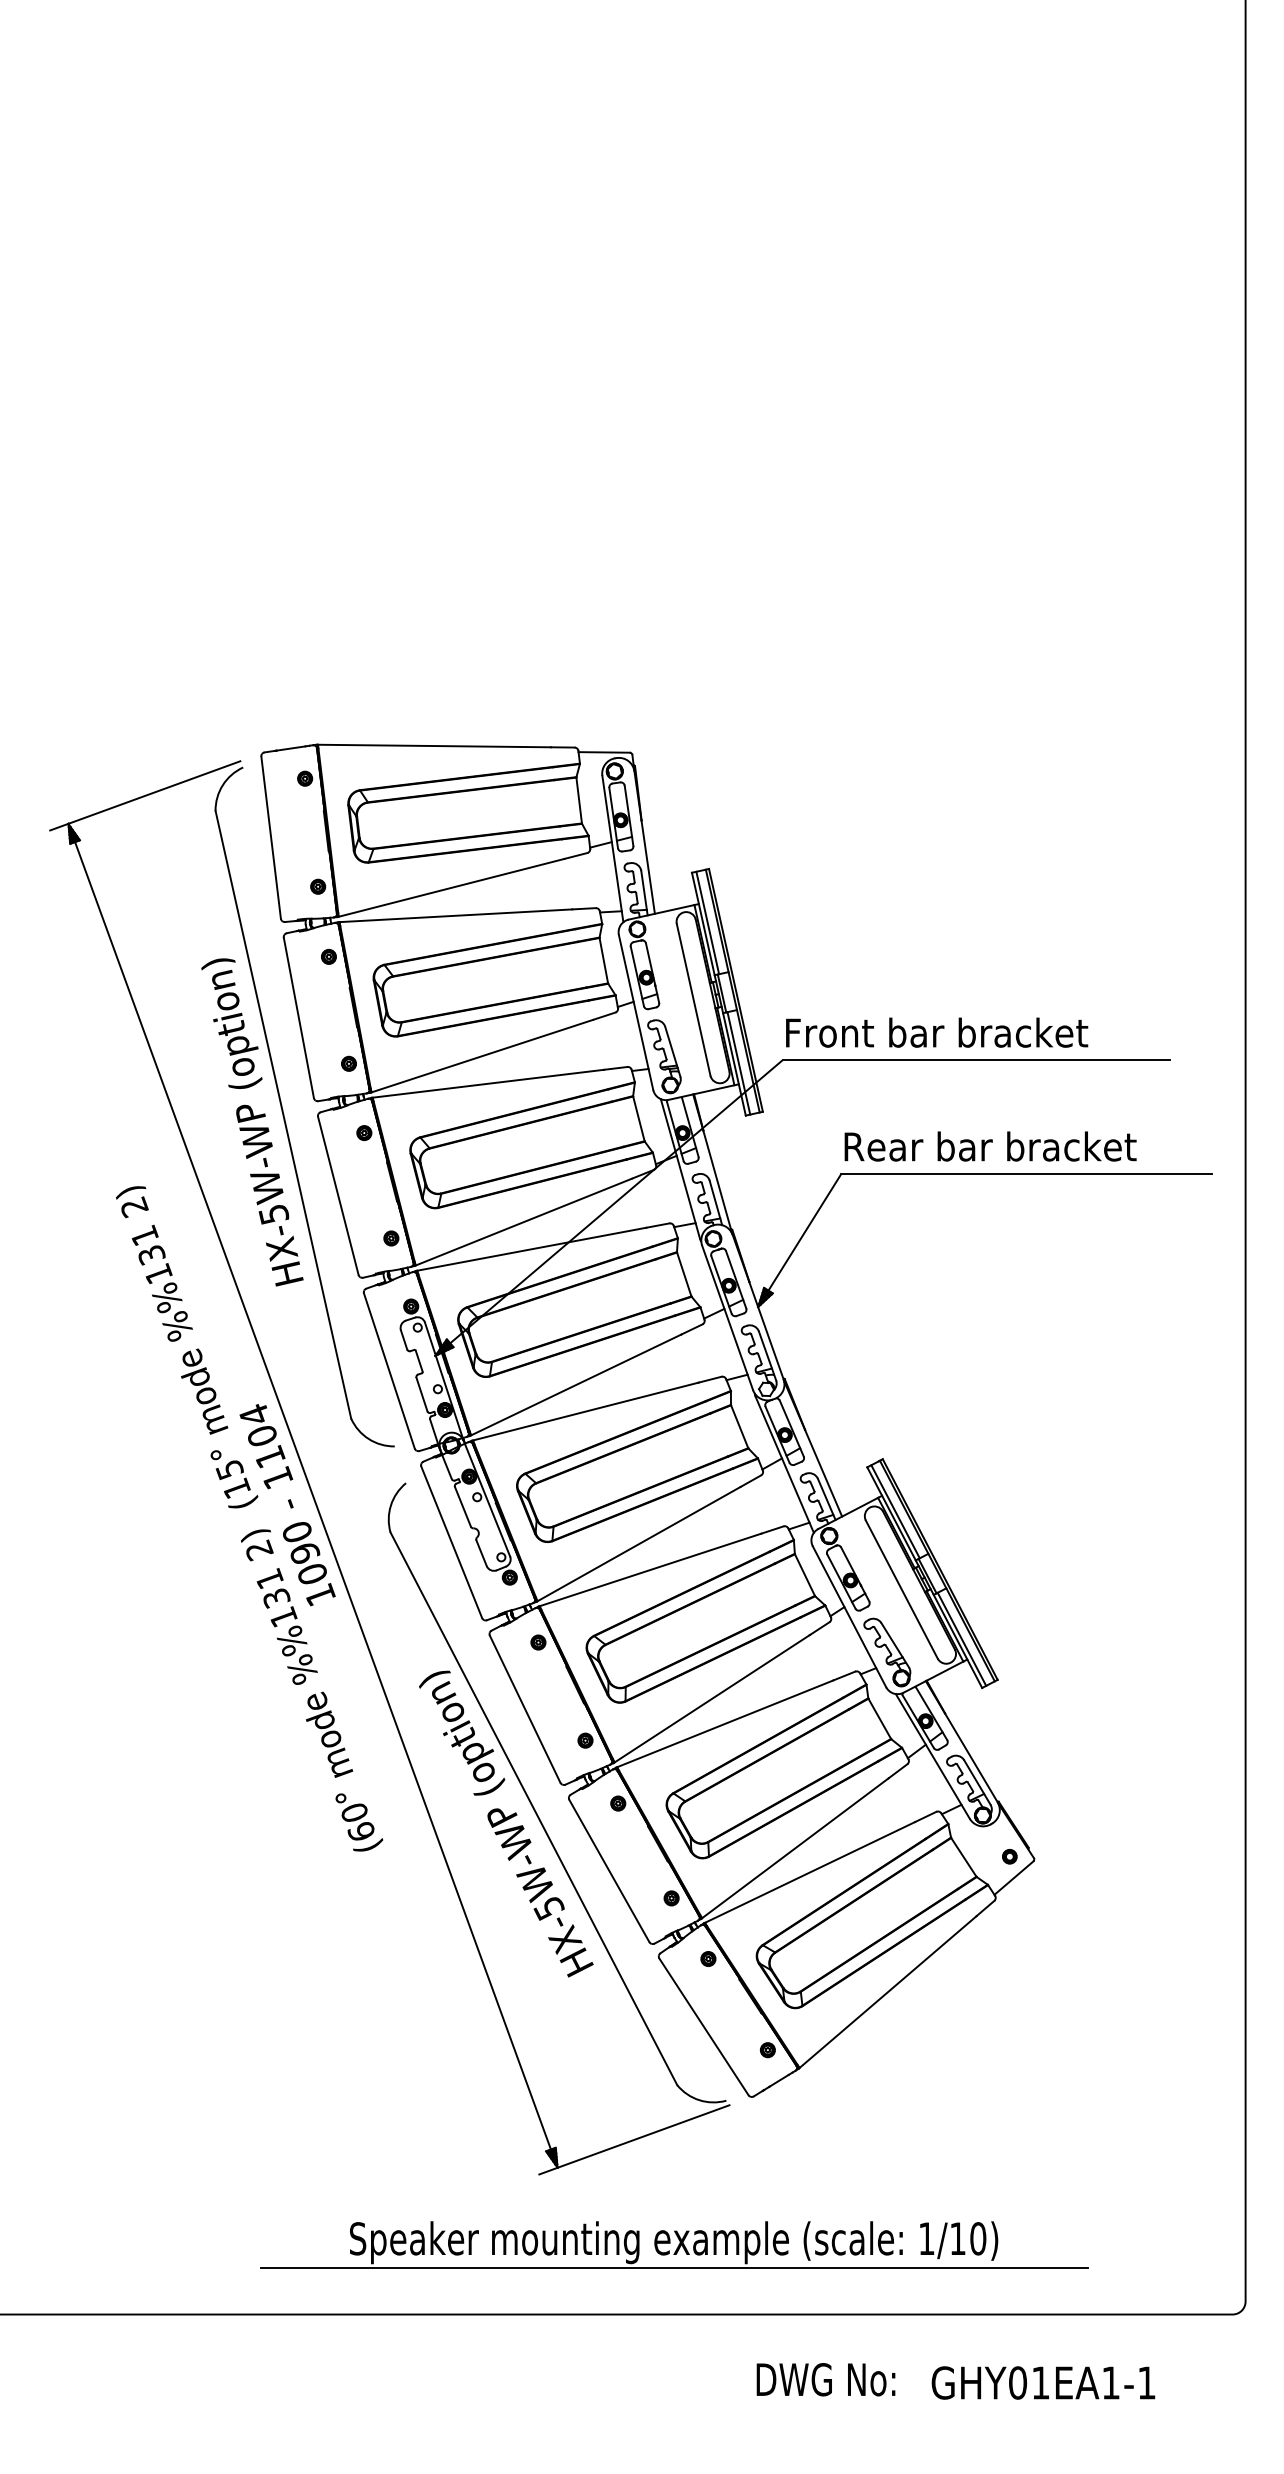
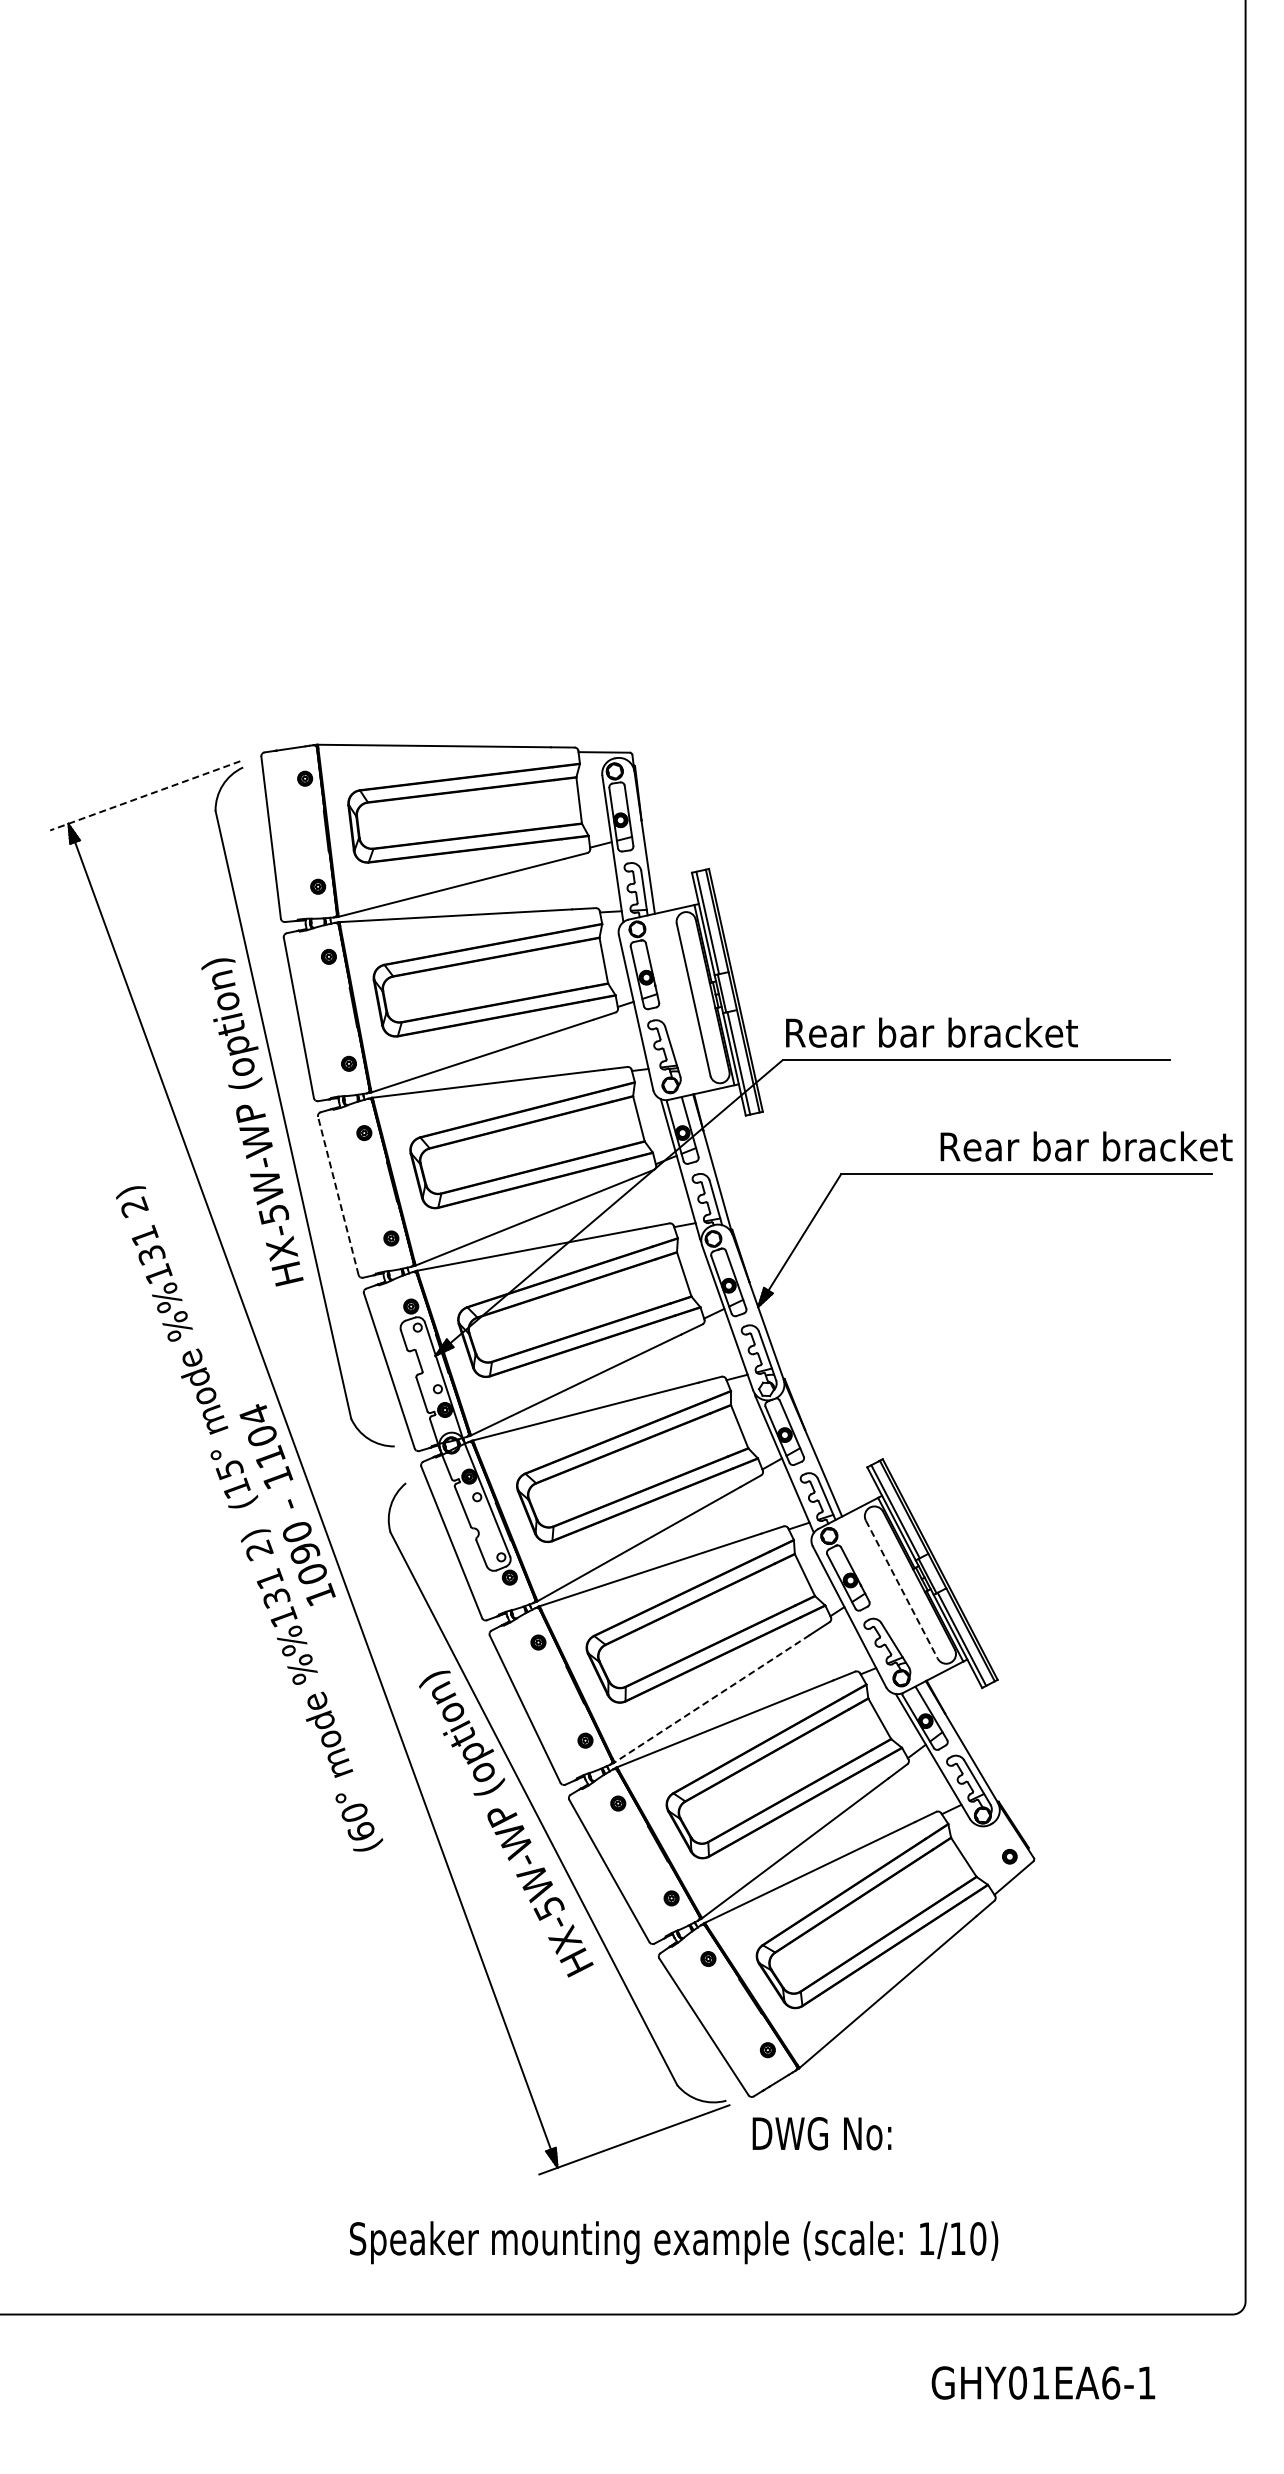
line at (144, 796): solid -> dashed
text at (938, 1032): Front bar bracket -> Rear bar bracket
text at (990, 1146) position: (990, 1146) -> (1086, 1146)
line at (338, 1195): solid -> dashed
line at (901, 1589): solid -> dashed
line at (712, 1698): solid -> dashed
line at (674, 2267): present -> none
text at (825, 2379) position: (825, 2379) -> (821, 2133)
text at (1111, 2382): GHY01EA1-1 -> GHY01EA6-1
